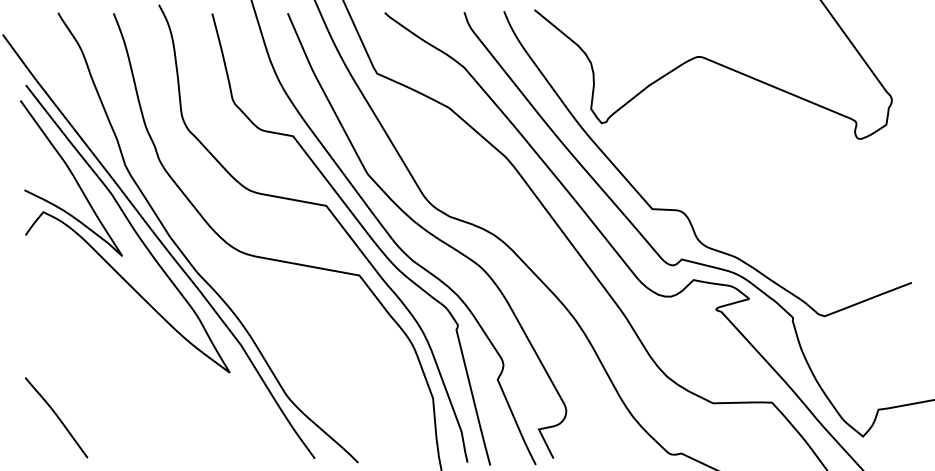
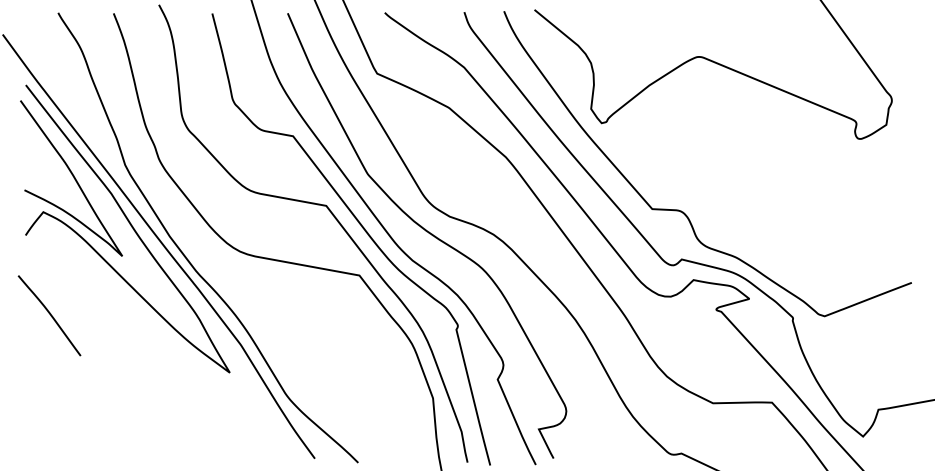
curve at (56, 416) position: (56, 416) -> (49, 314)
